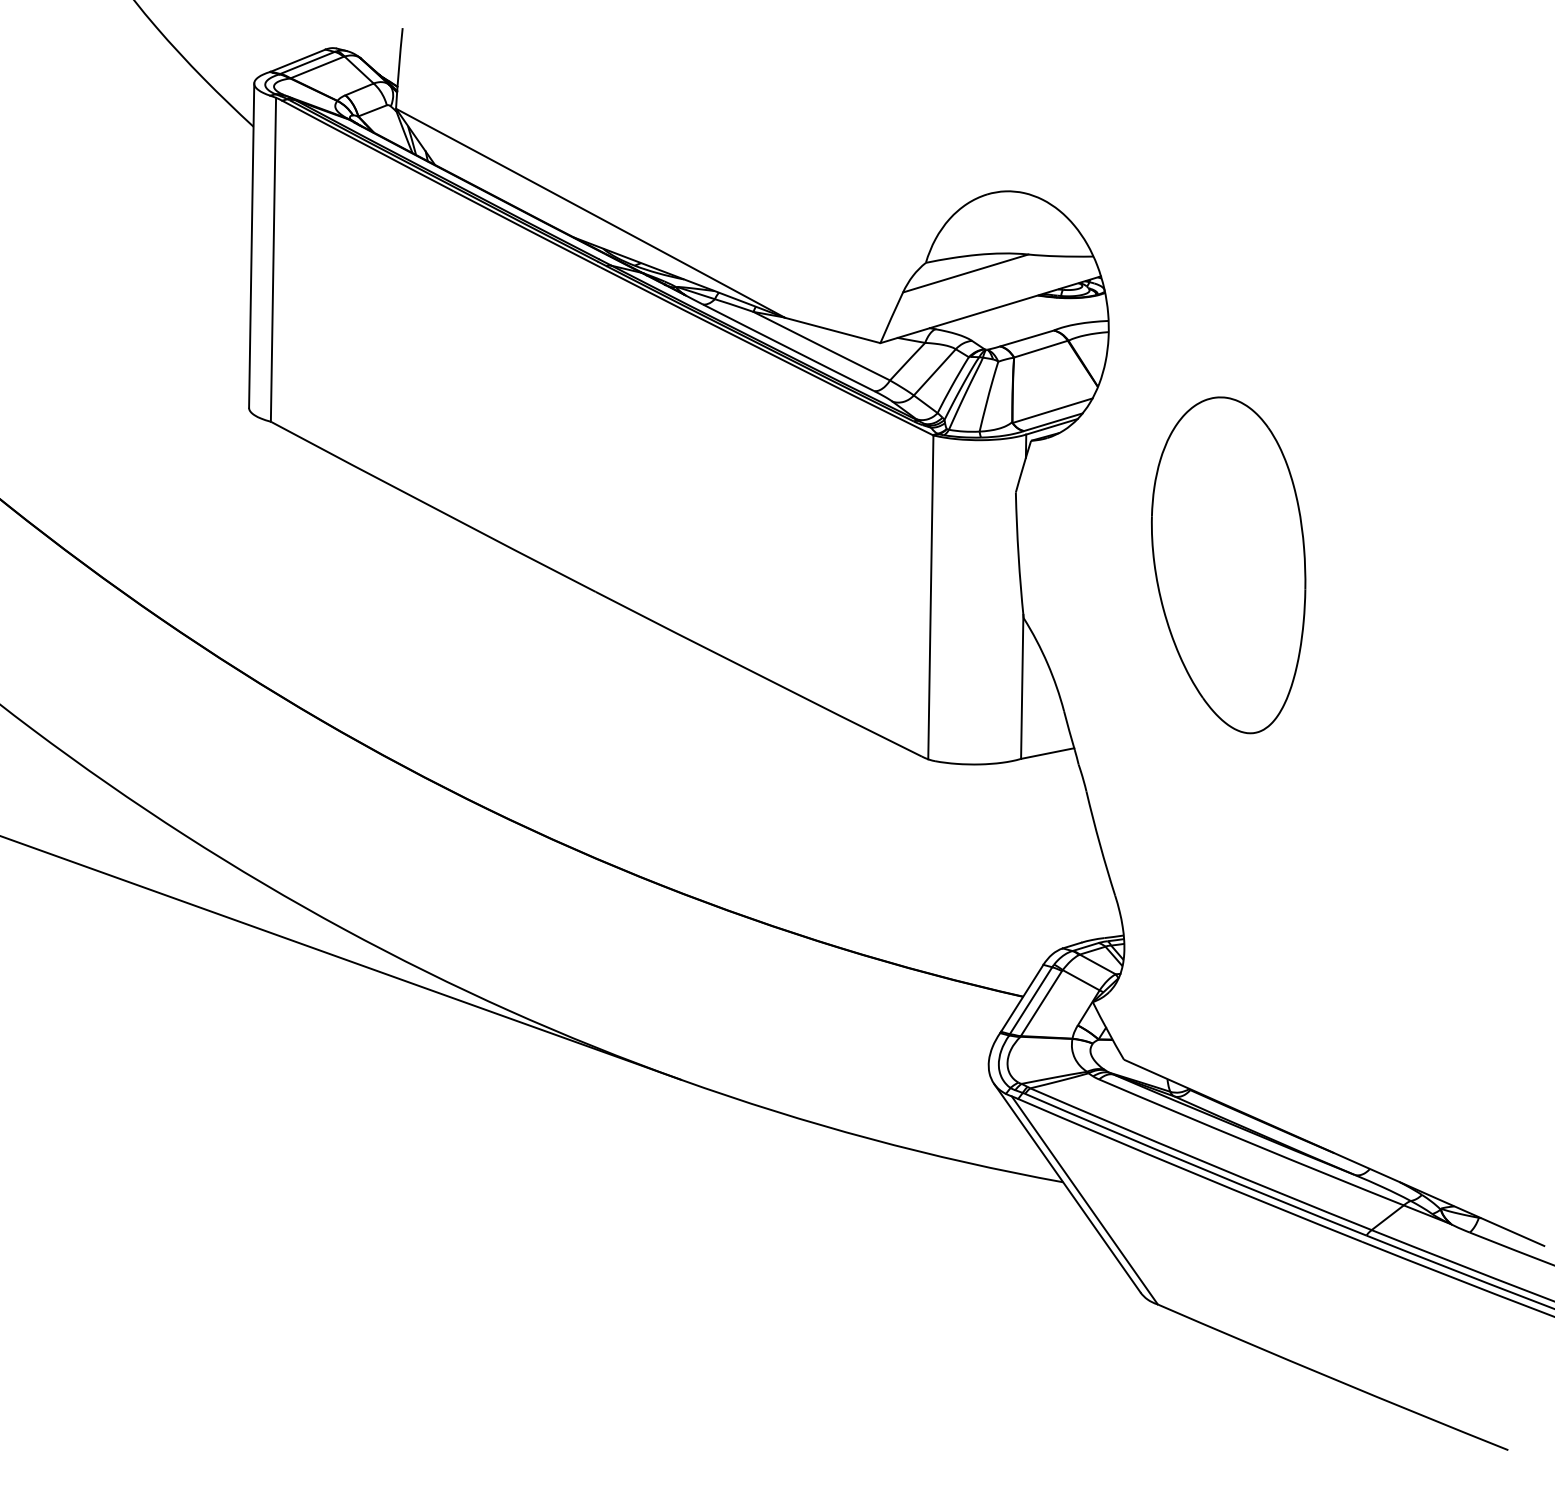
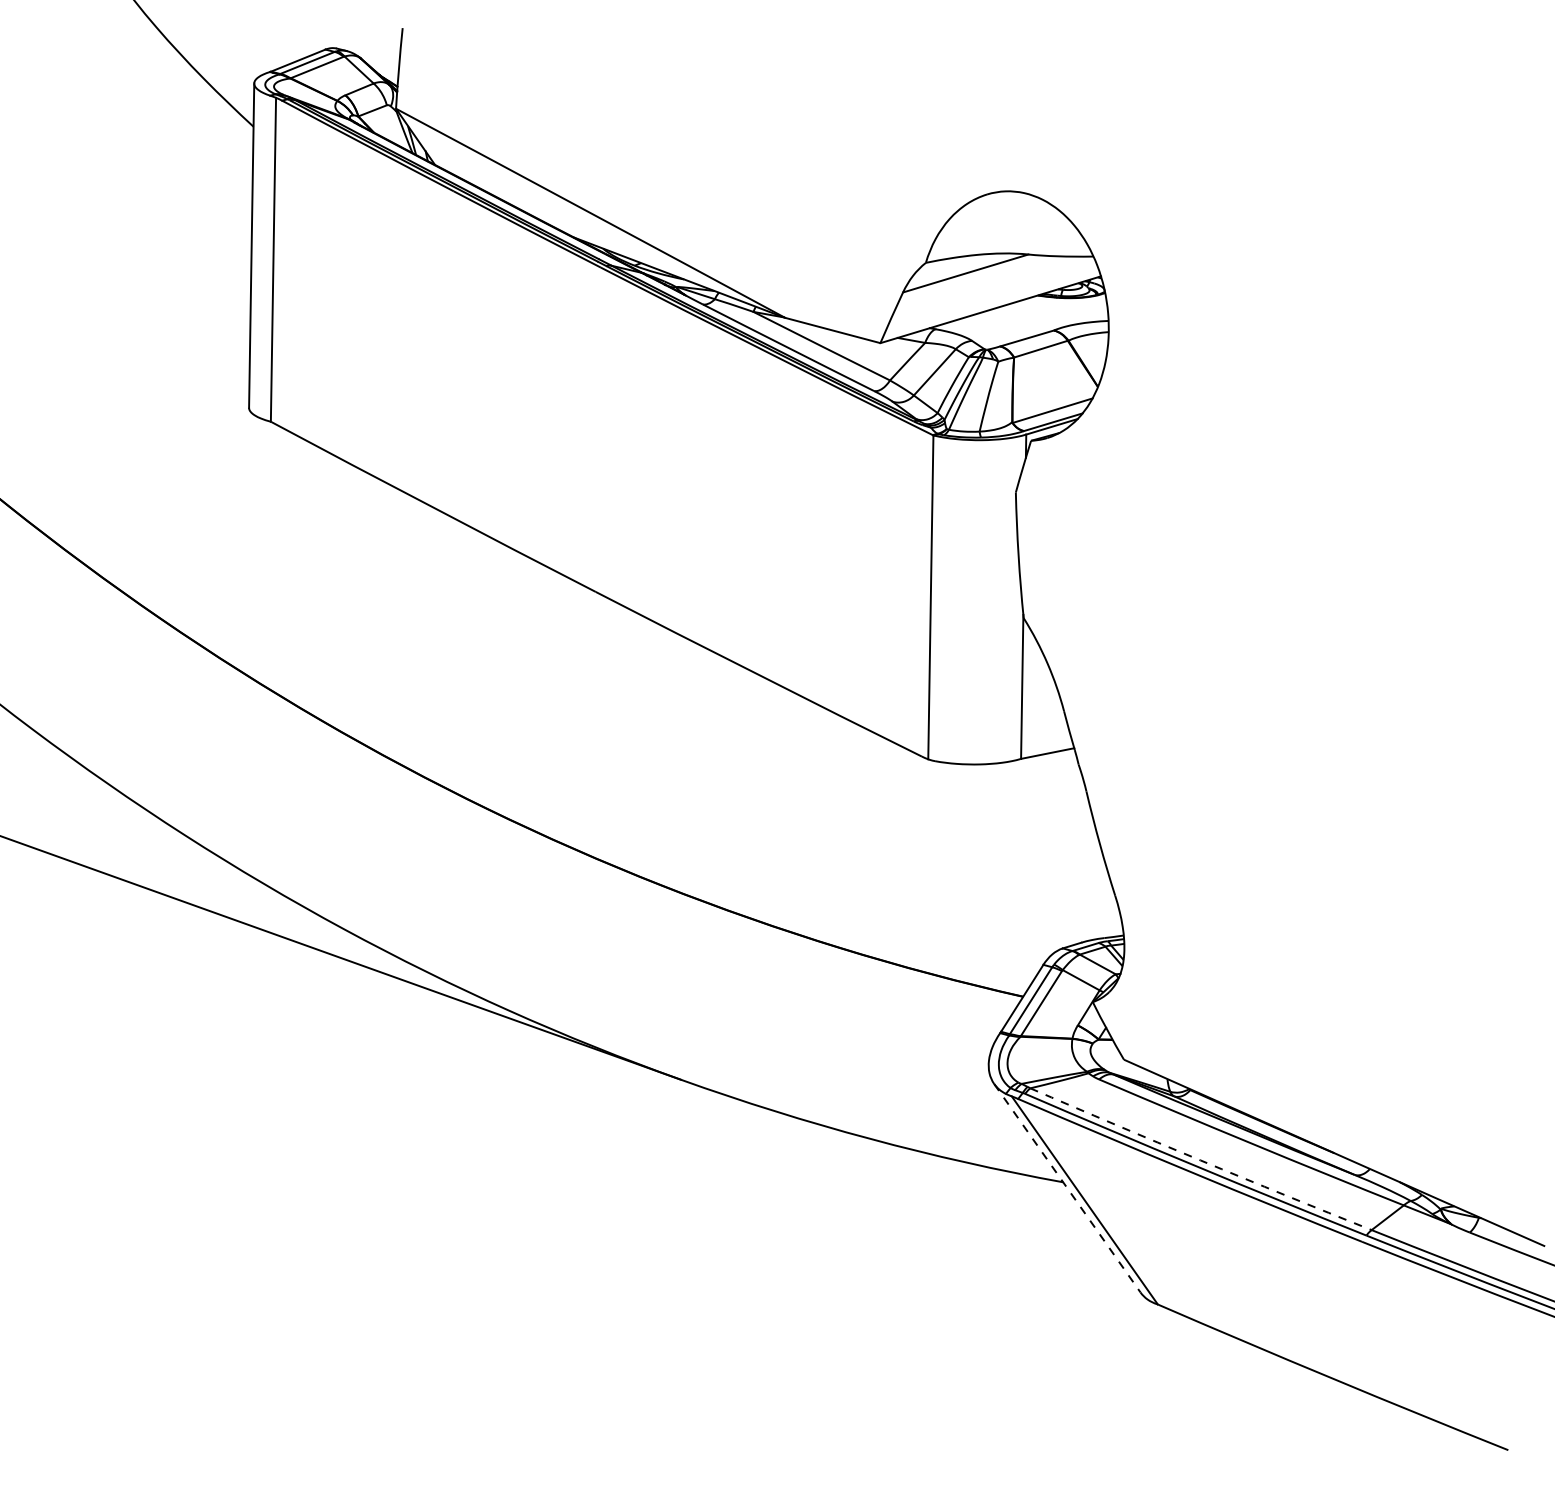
part at (1228, 565): present -> none
arc at (1200, 1160): solid -> dashed
line at (1067, 1188): solid -> dashed
